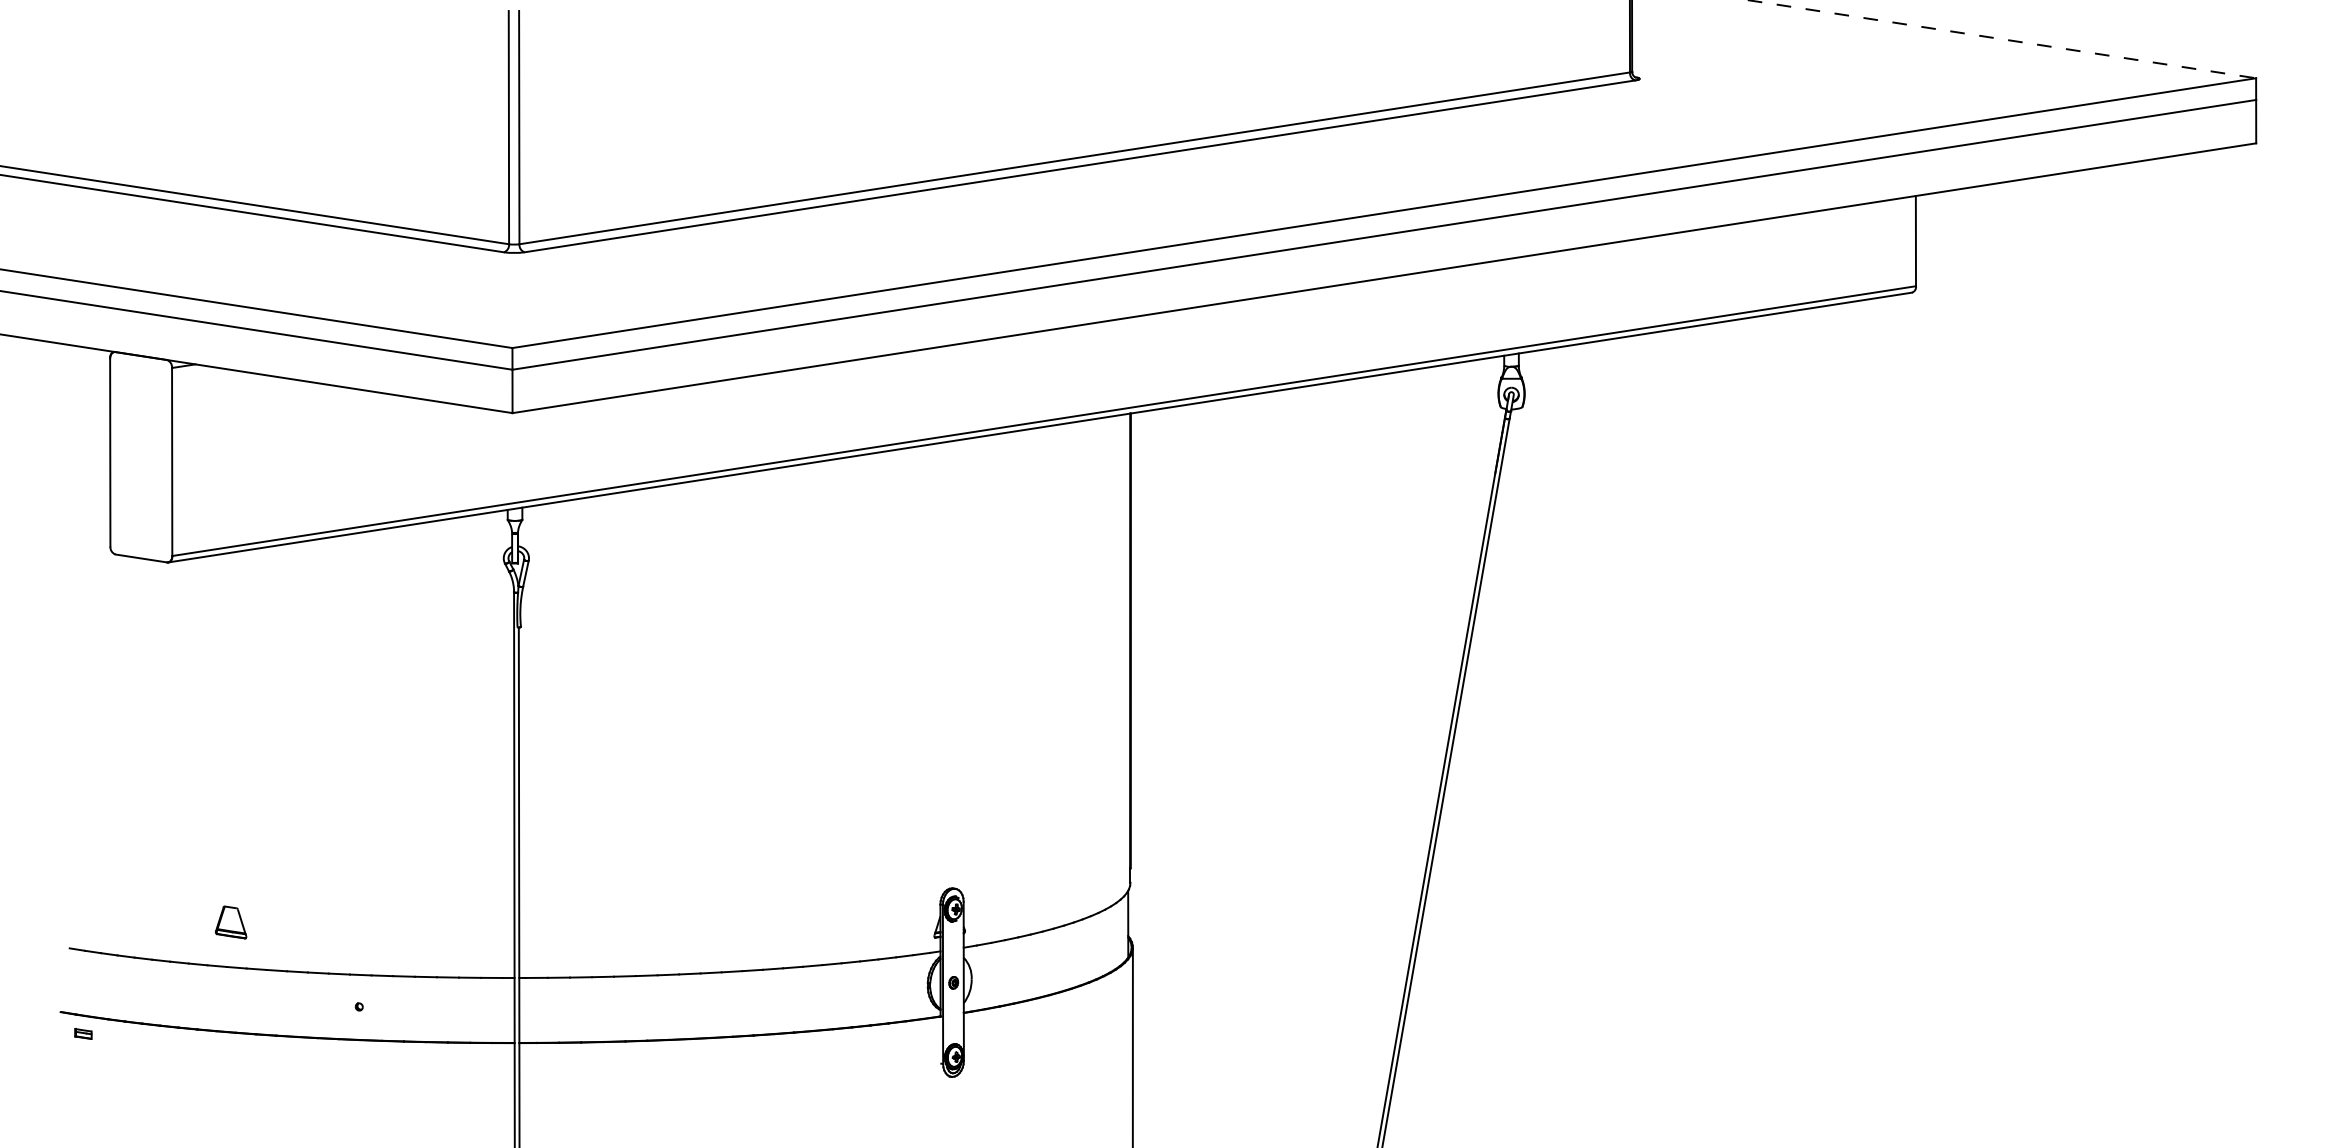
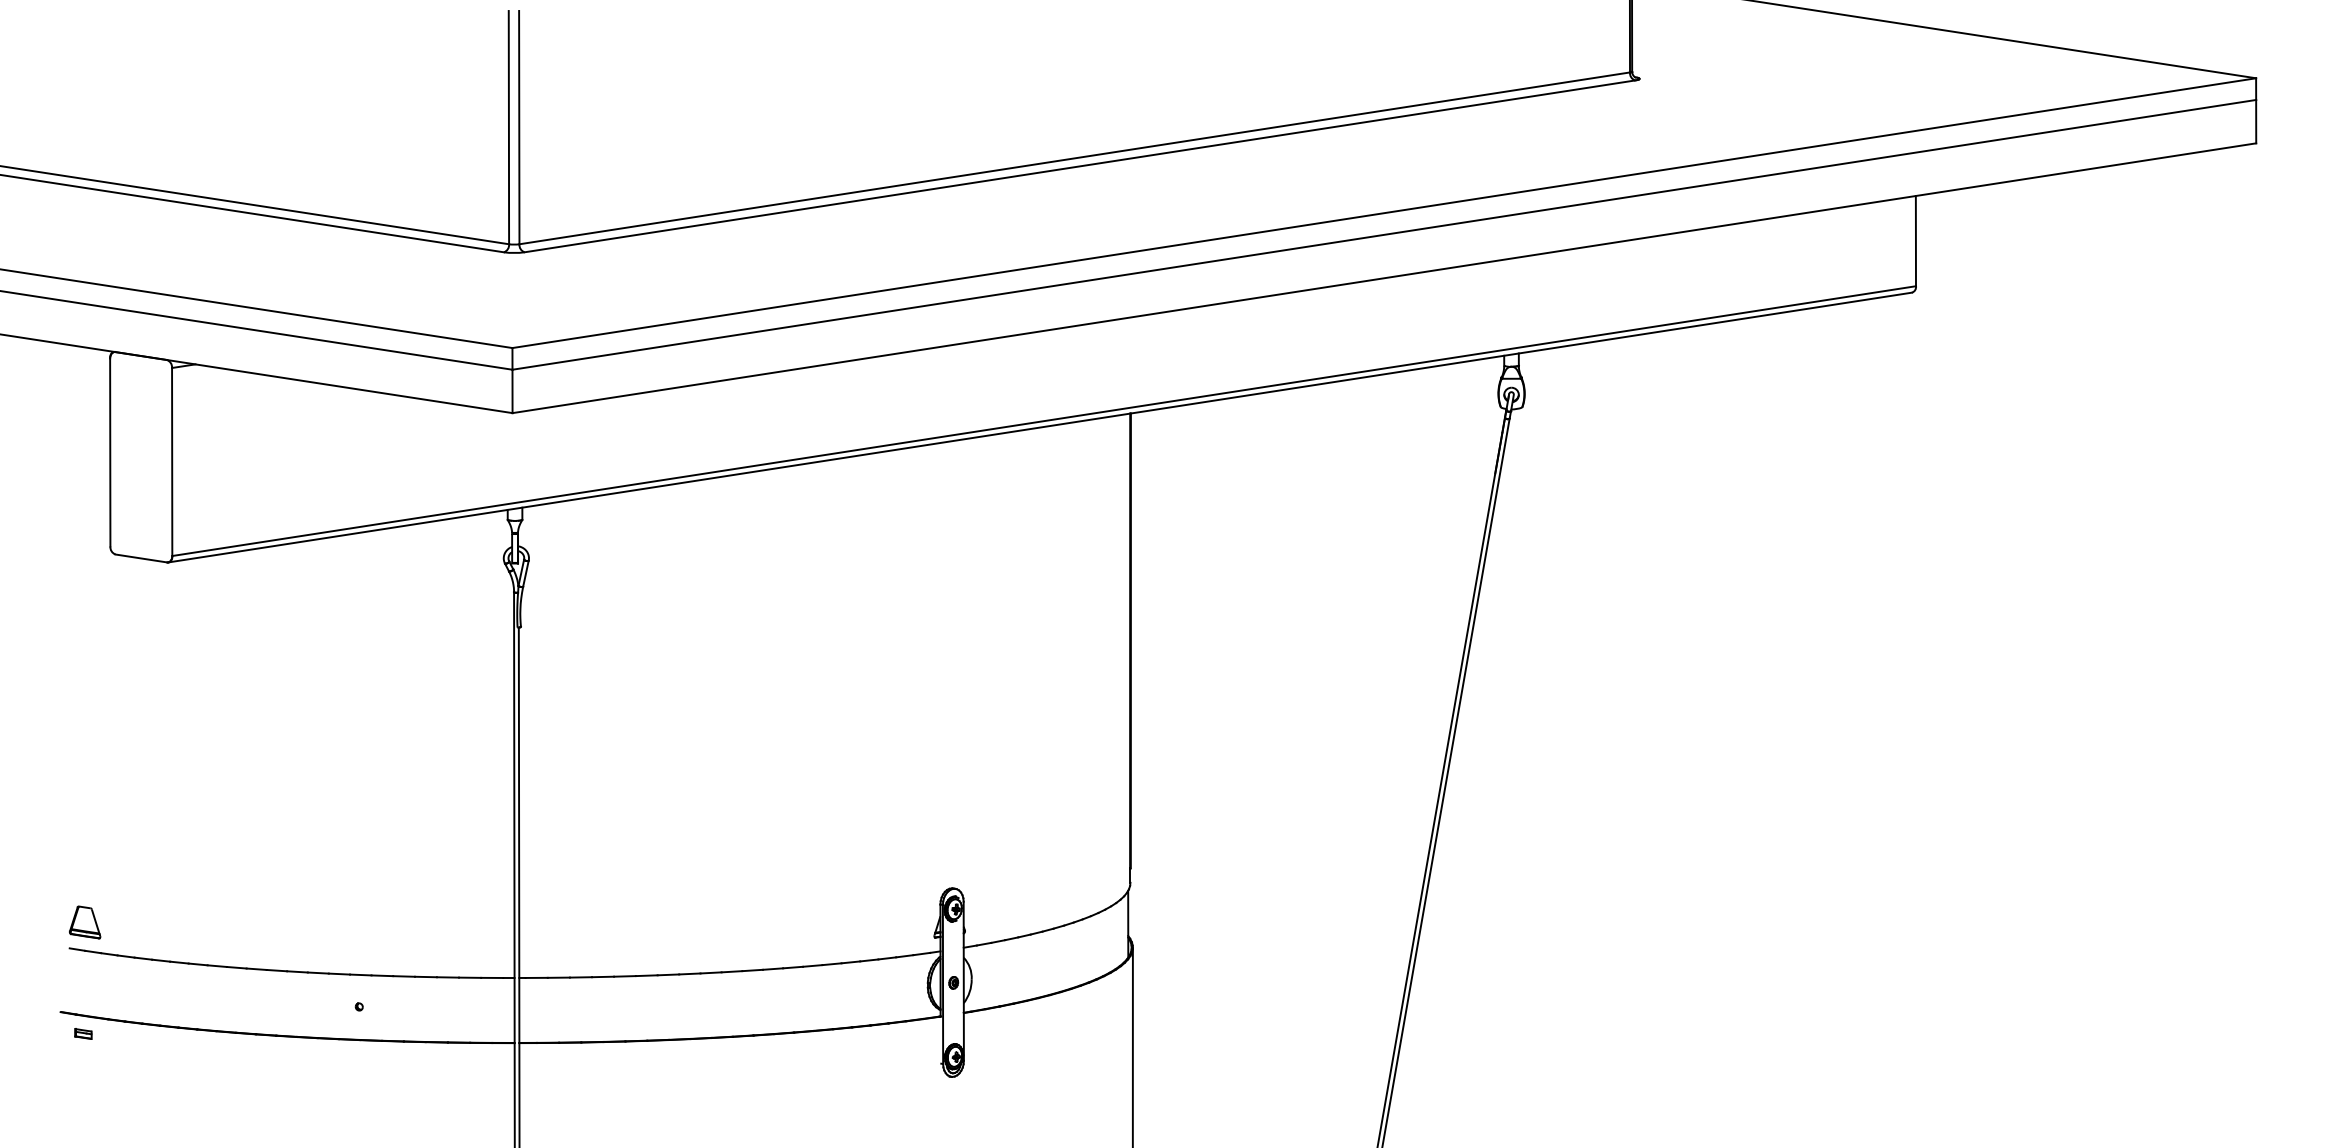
line at (2002, 39): dashed -> solid
part at (231, 922) position: (231, 922) -> (85, 922)
